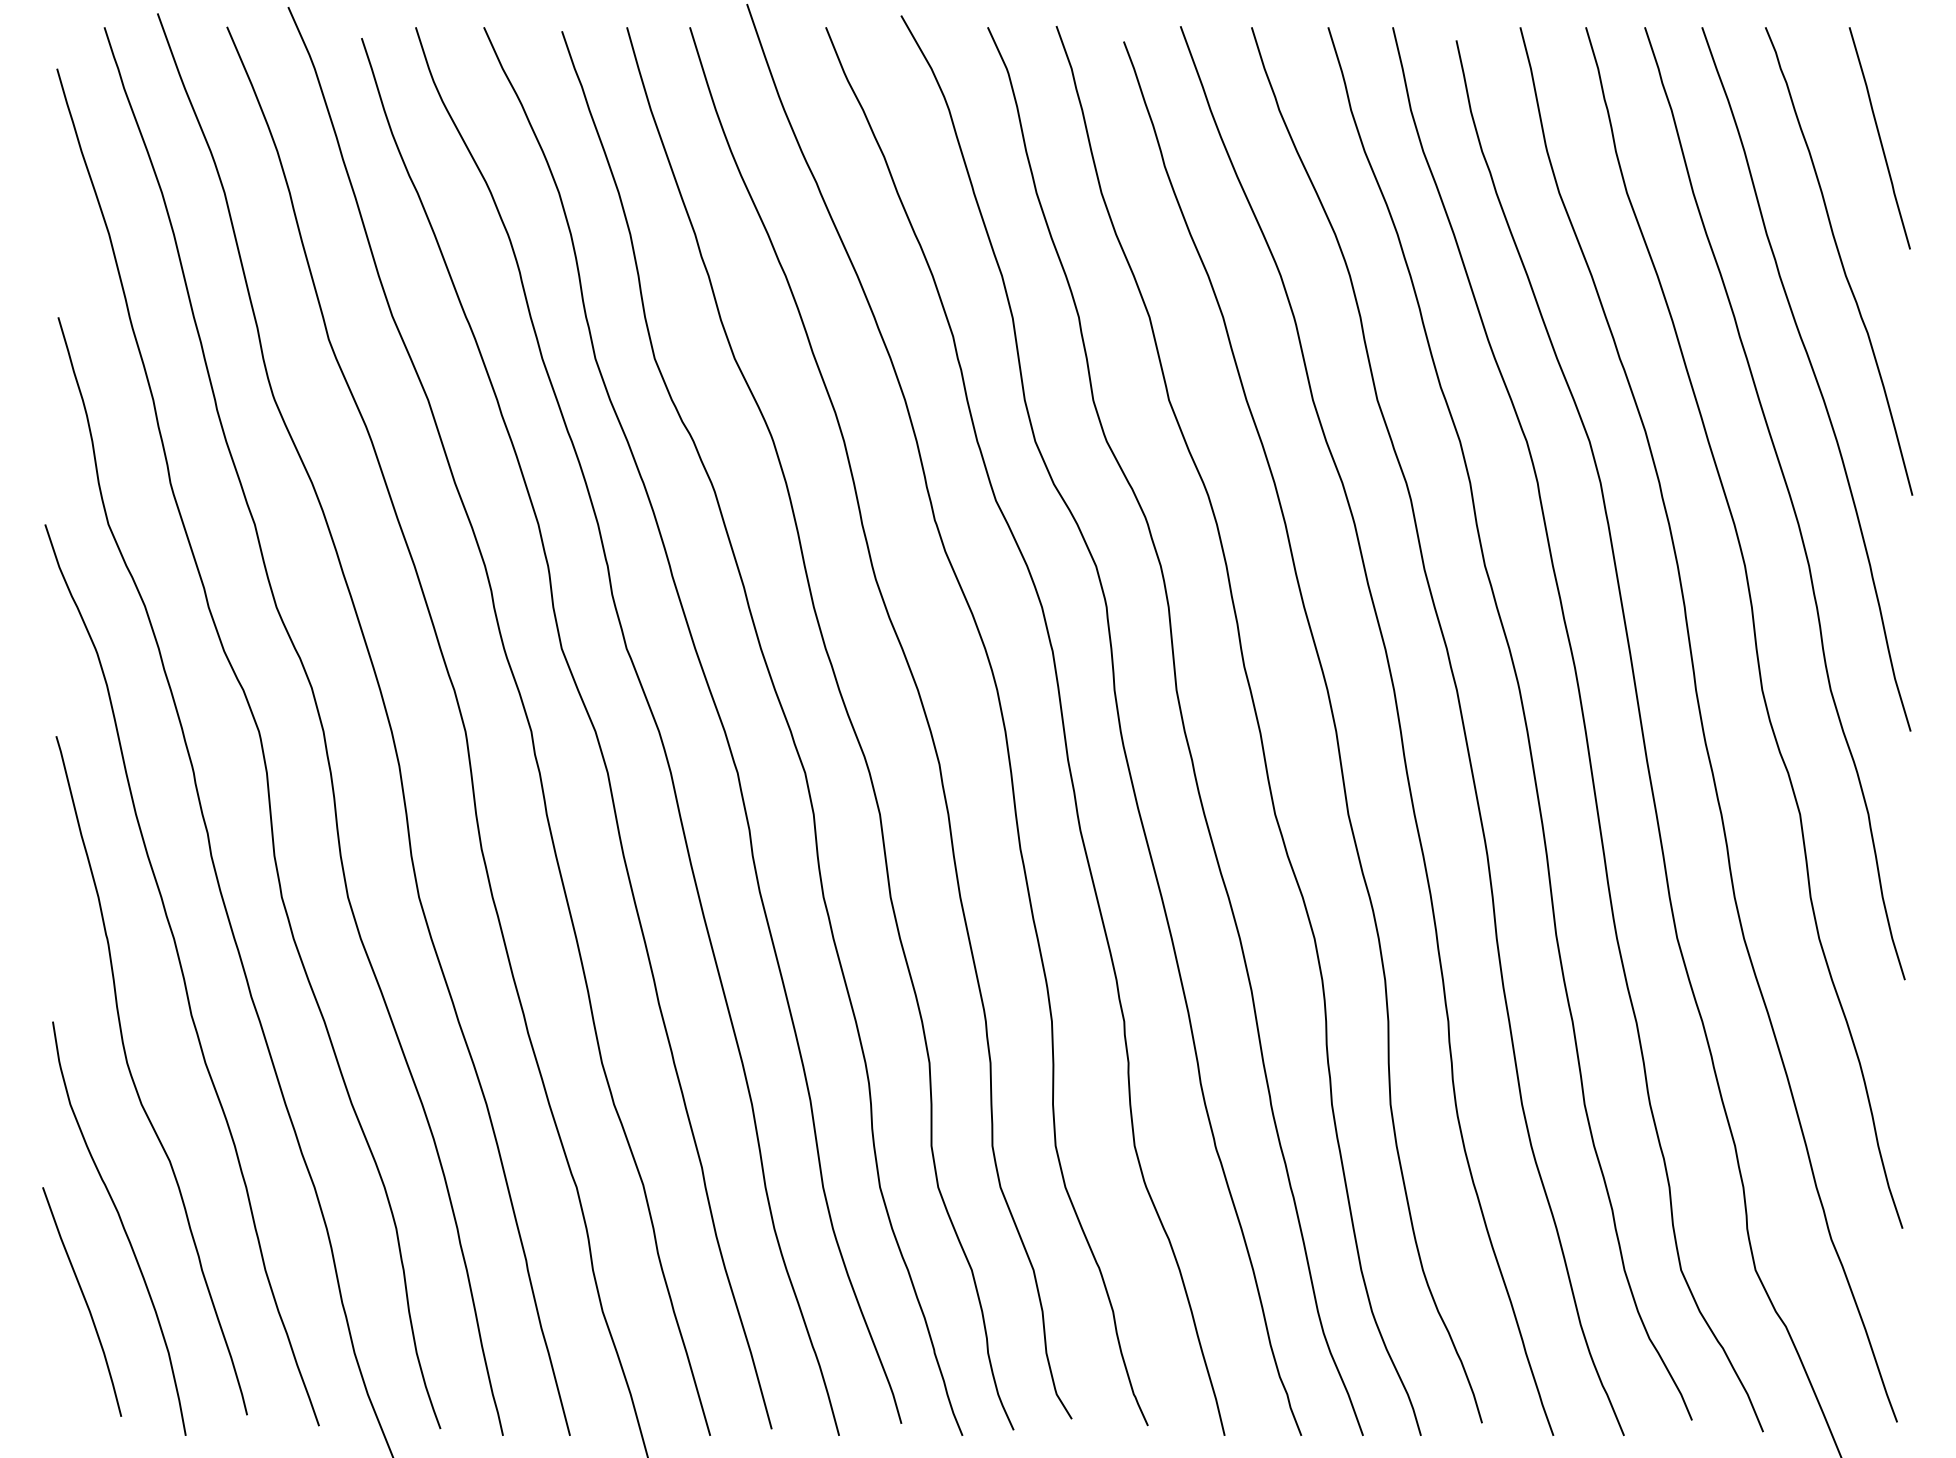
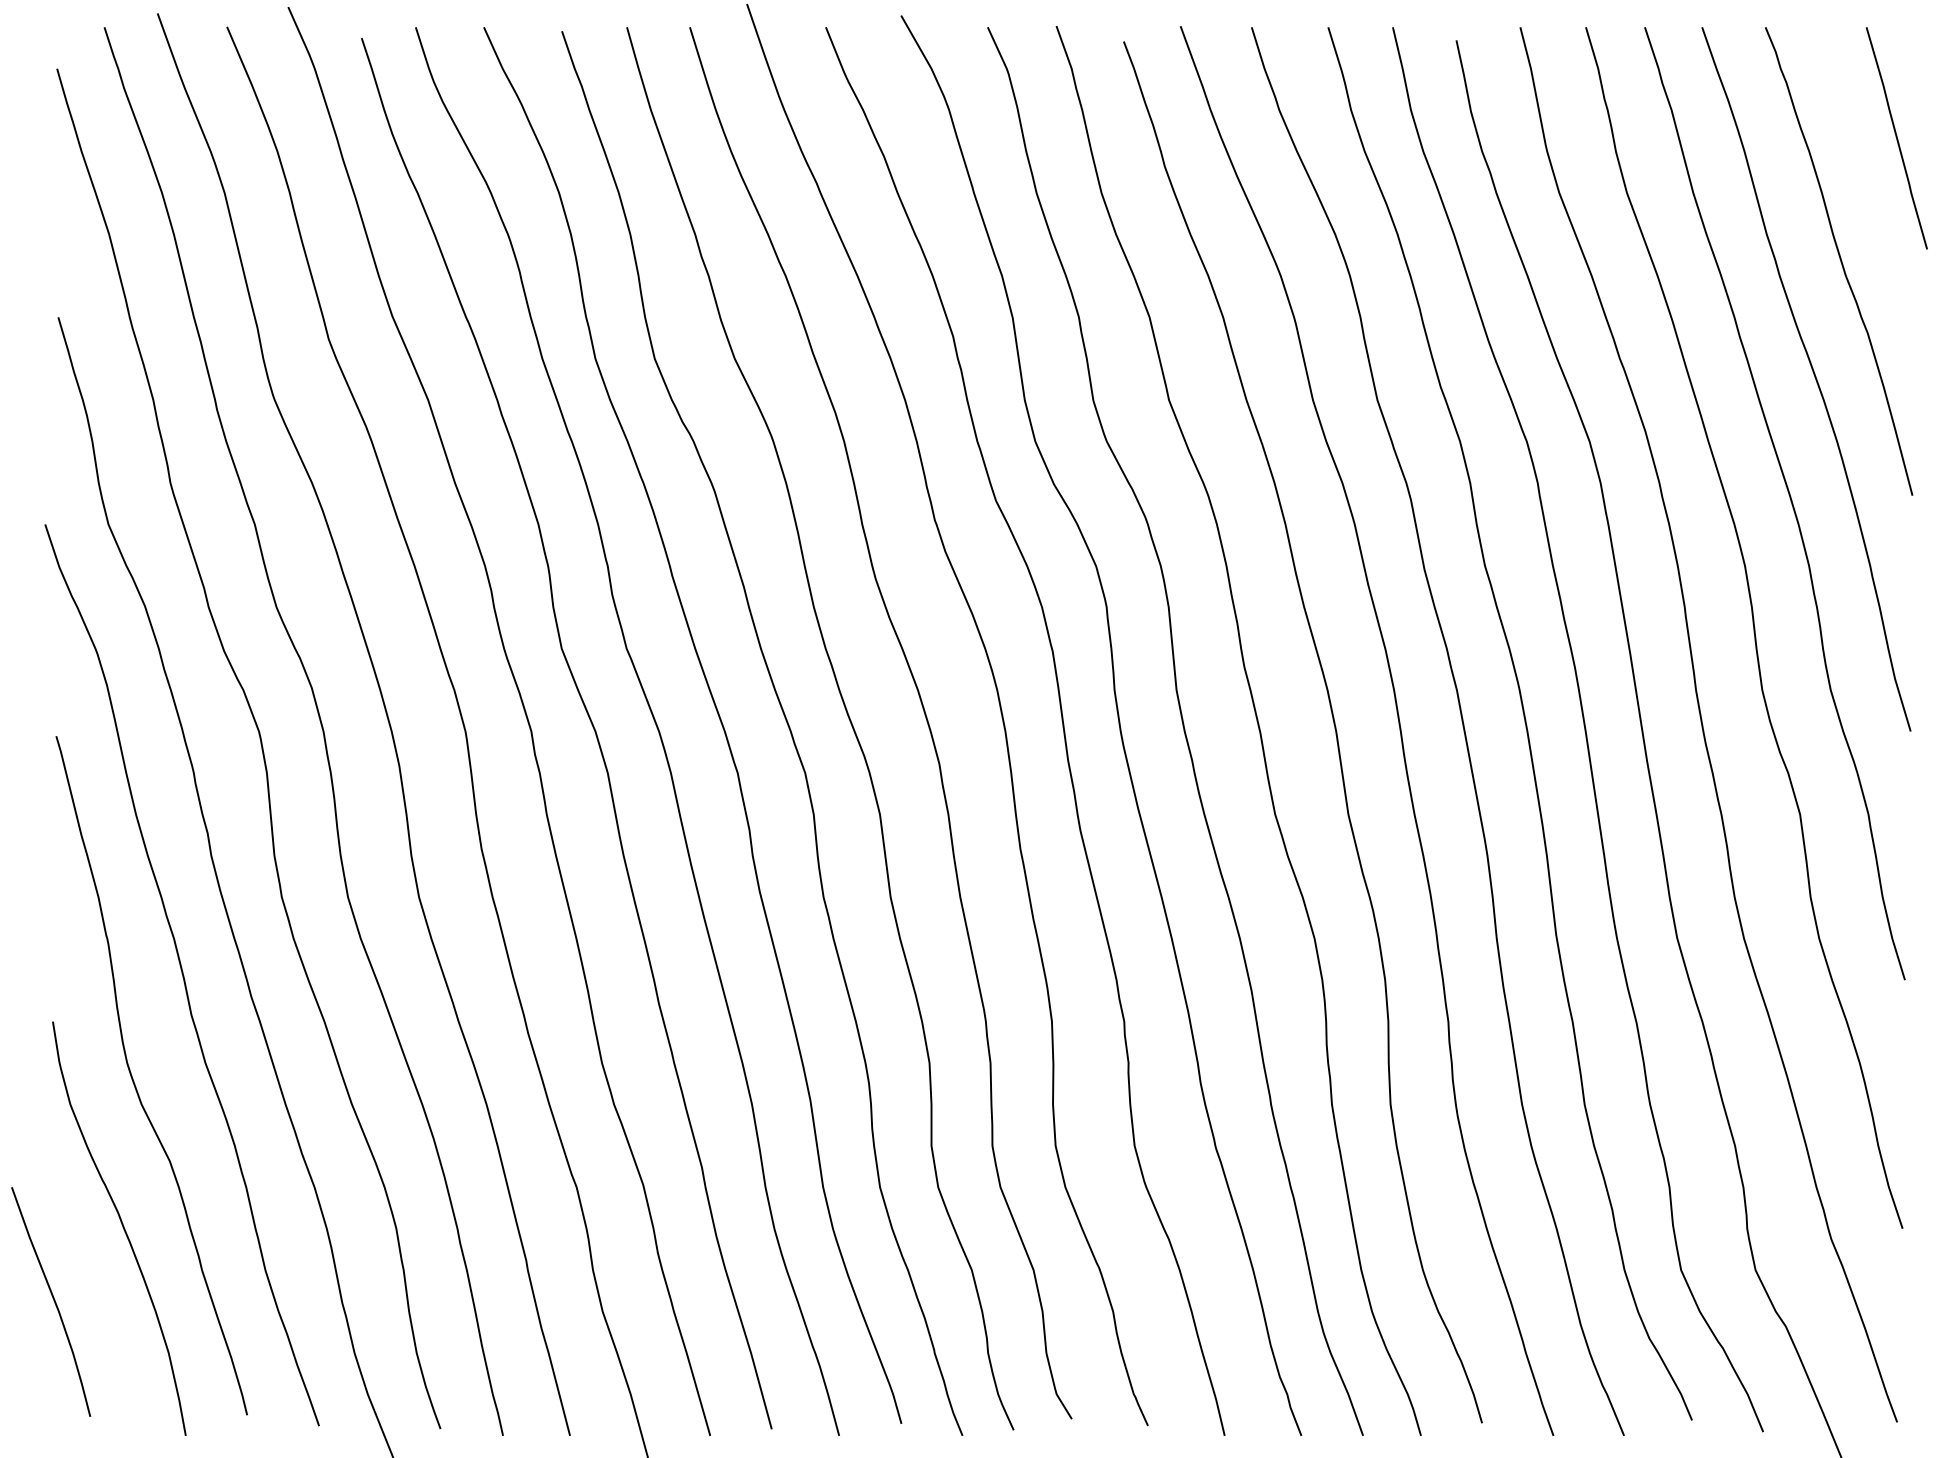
curve at (1879, 138) position: (1879, 138) -> (1896, 138)
curve at (84, 1301) position: (84, 1301) -> (53, 1301)
